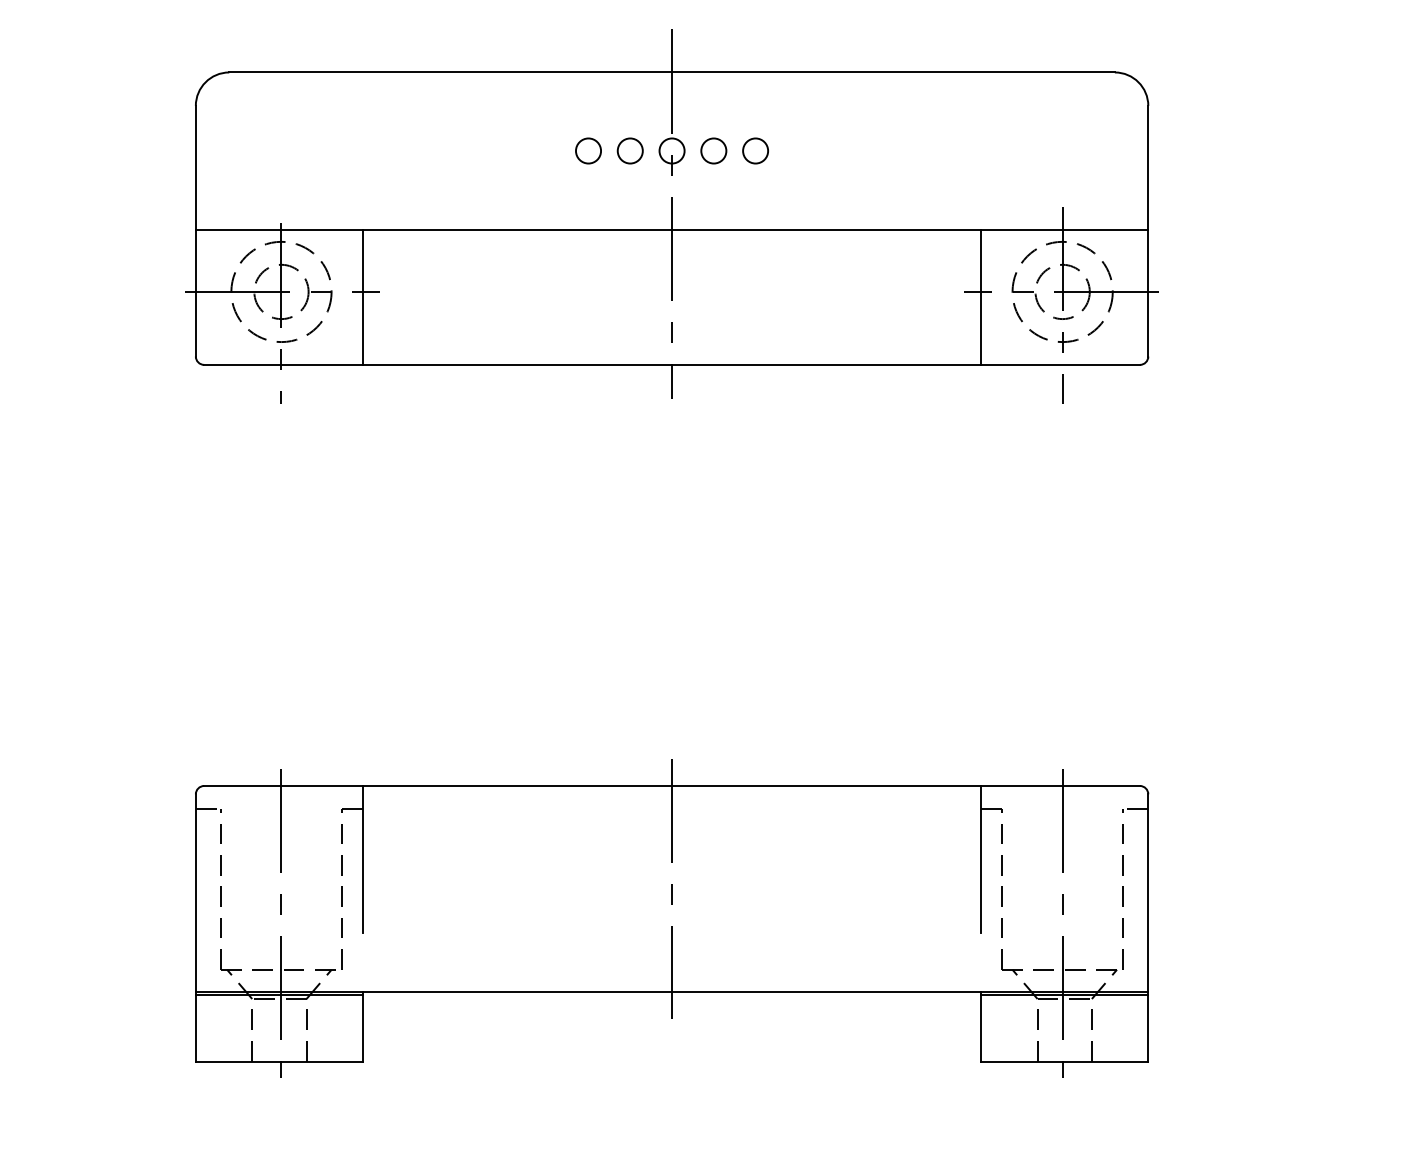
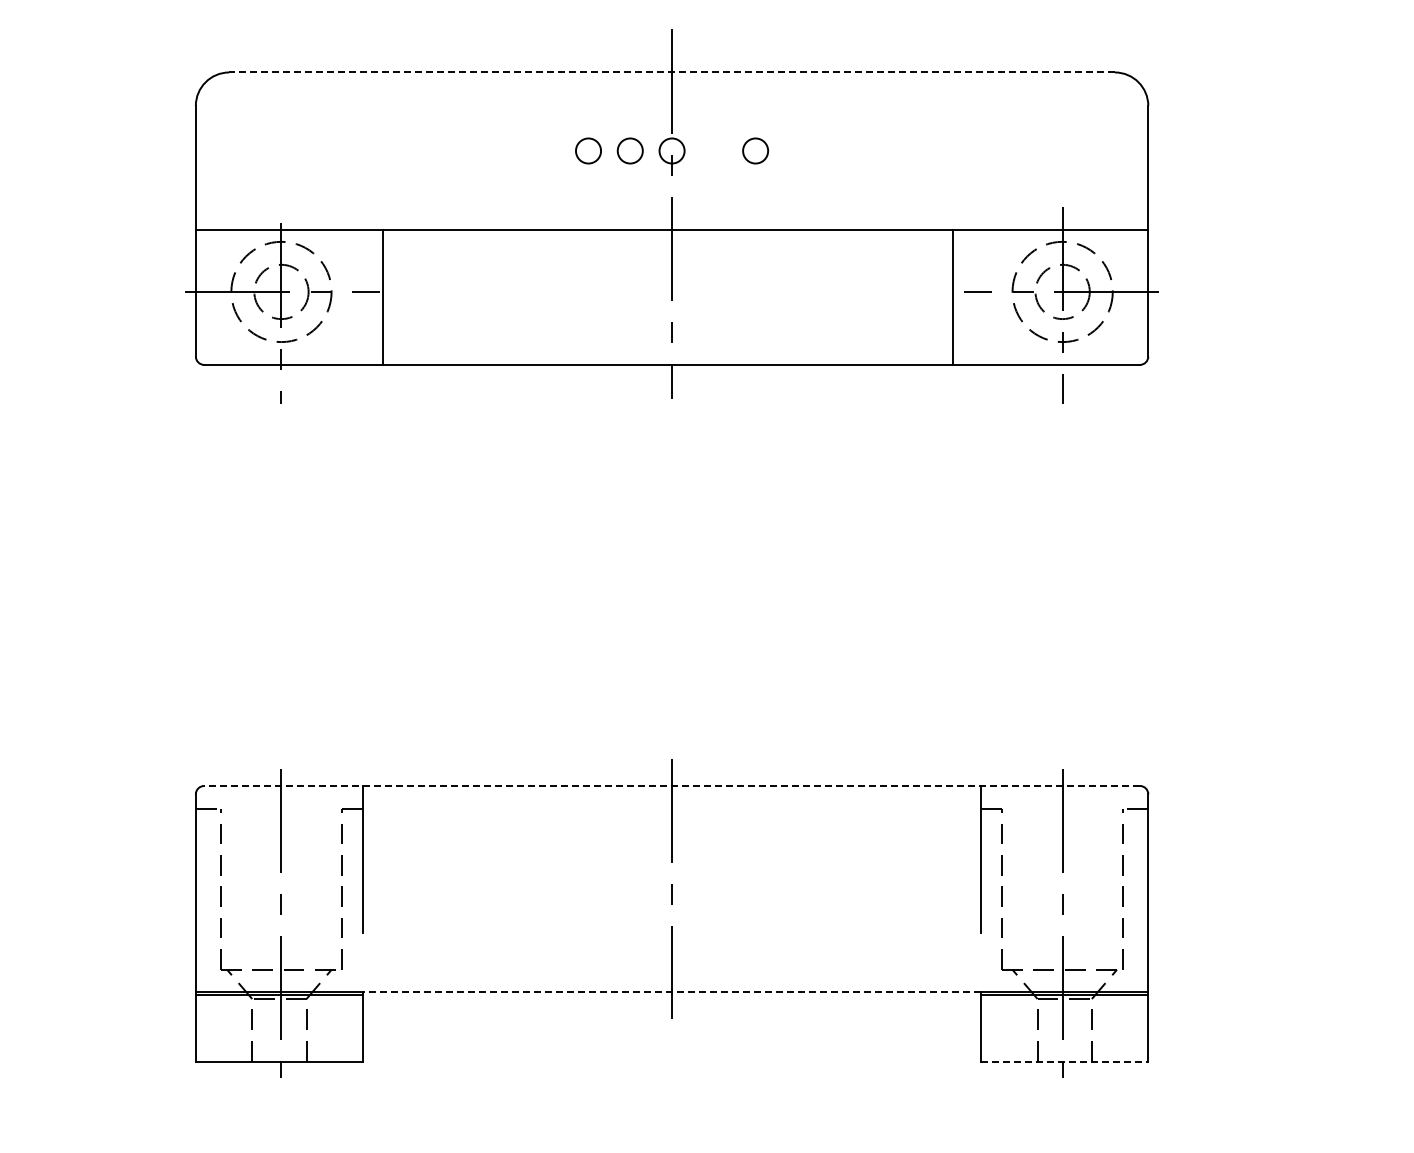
line at (672, 72): solid -> dashed
circle at (713, 150): present -> none
line at (362, 296) position: (362, 296) -> (382, 296)
line at (981, 296) position: (981, 296) -> (953, 296)
line at (672, 785): solid -> dashed
line at (671, 991): solid -> dashed
line at (1064, 1061): solid -> dashed
